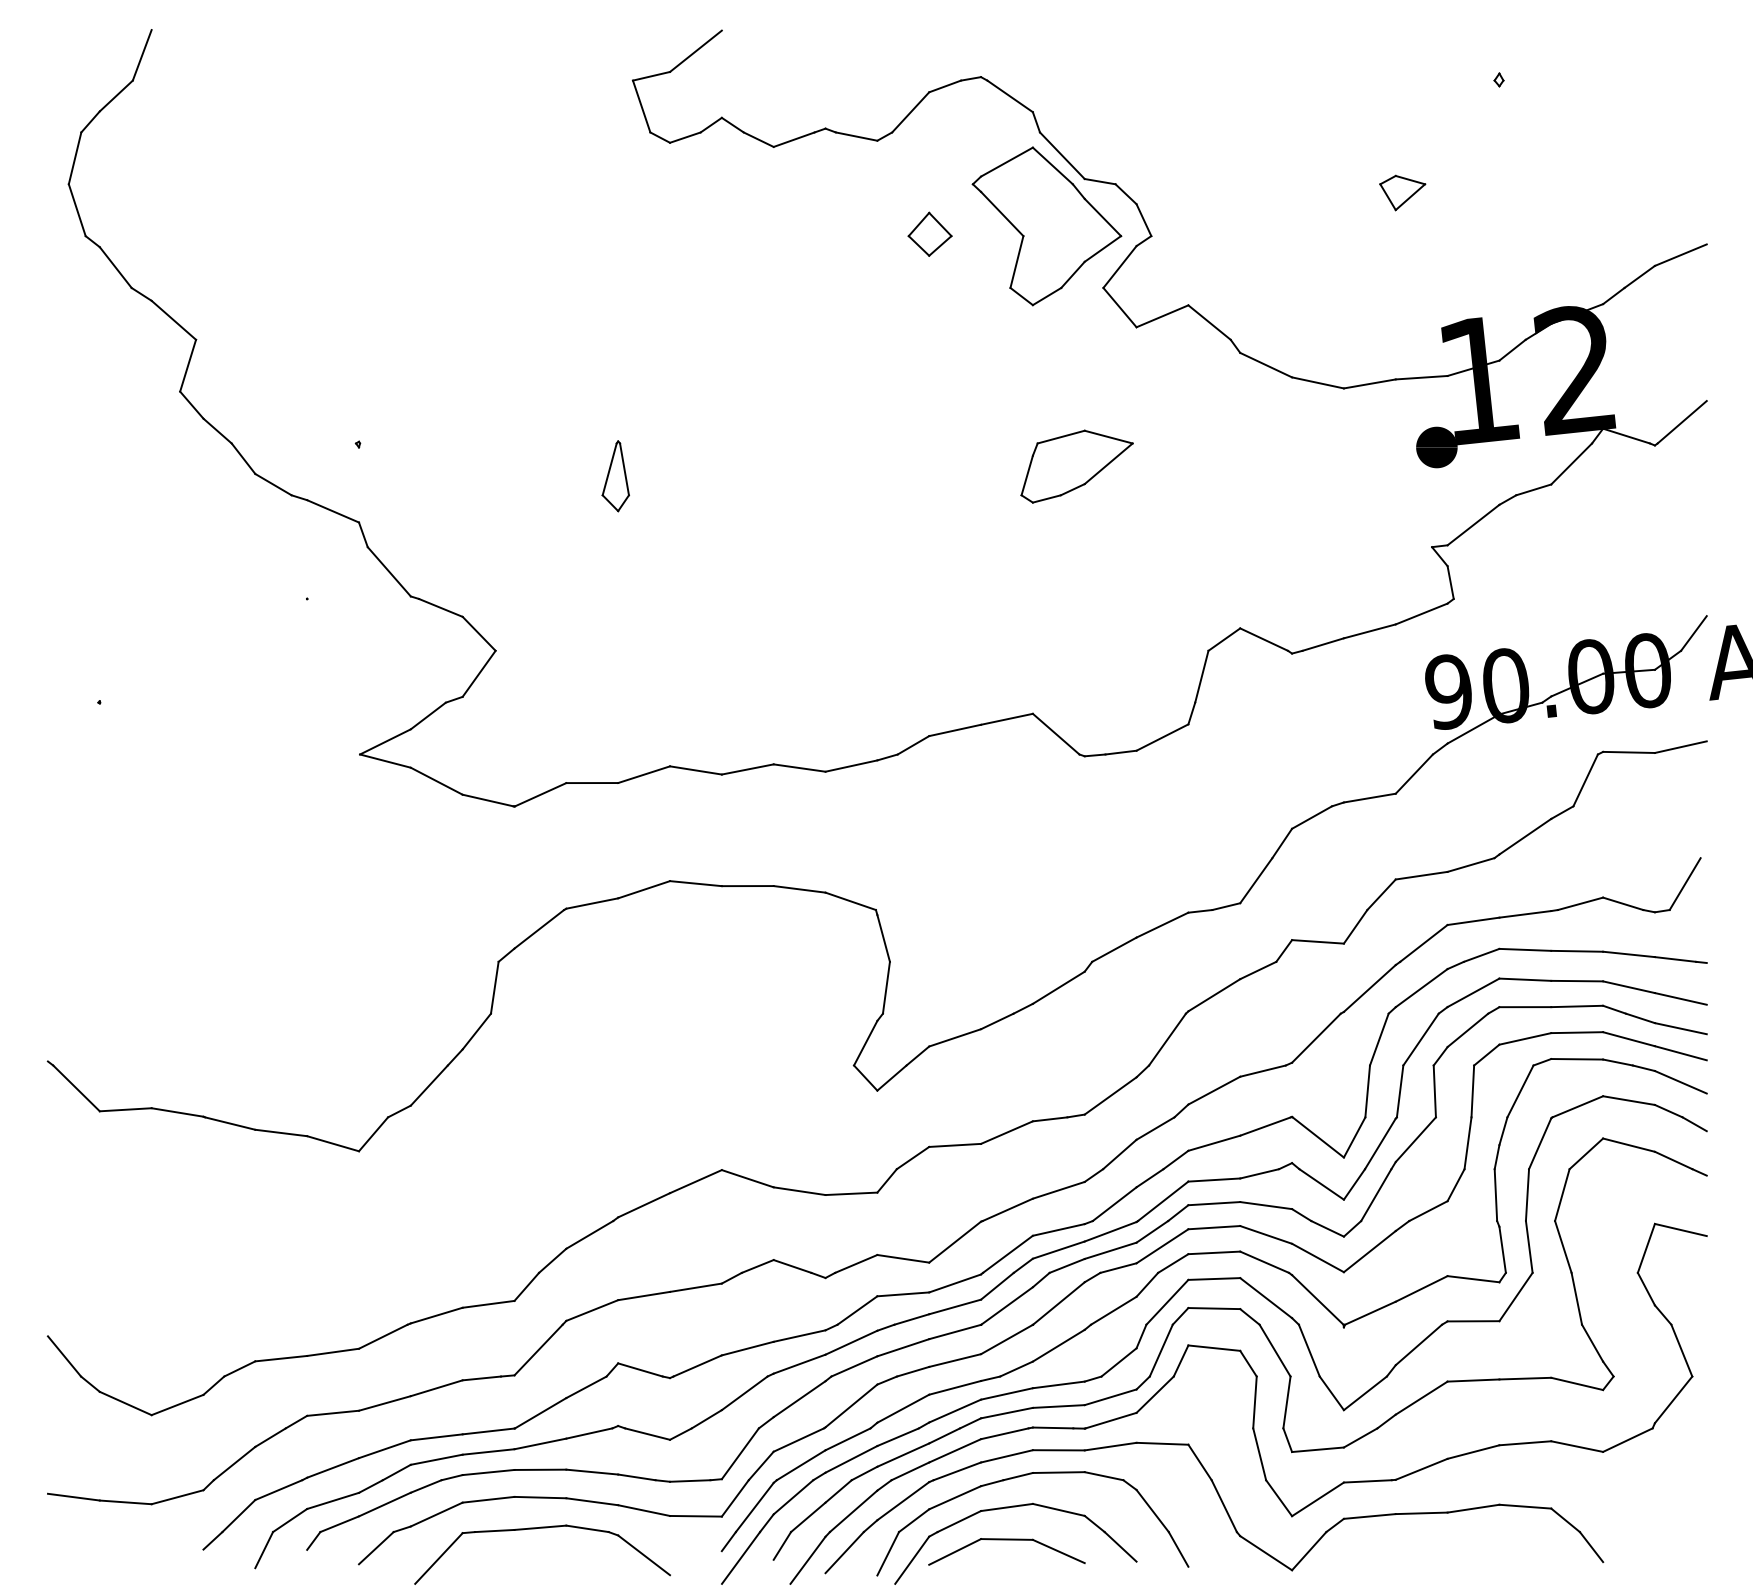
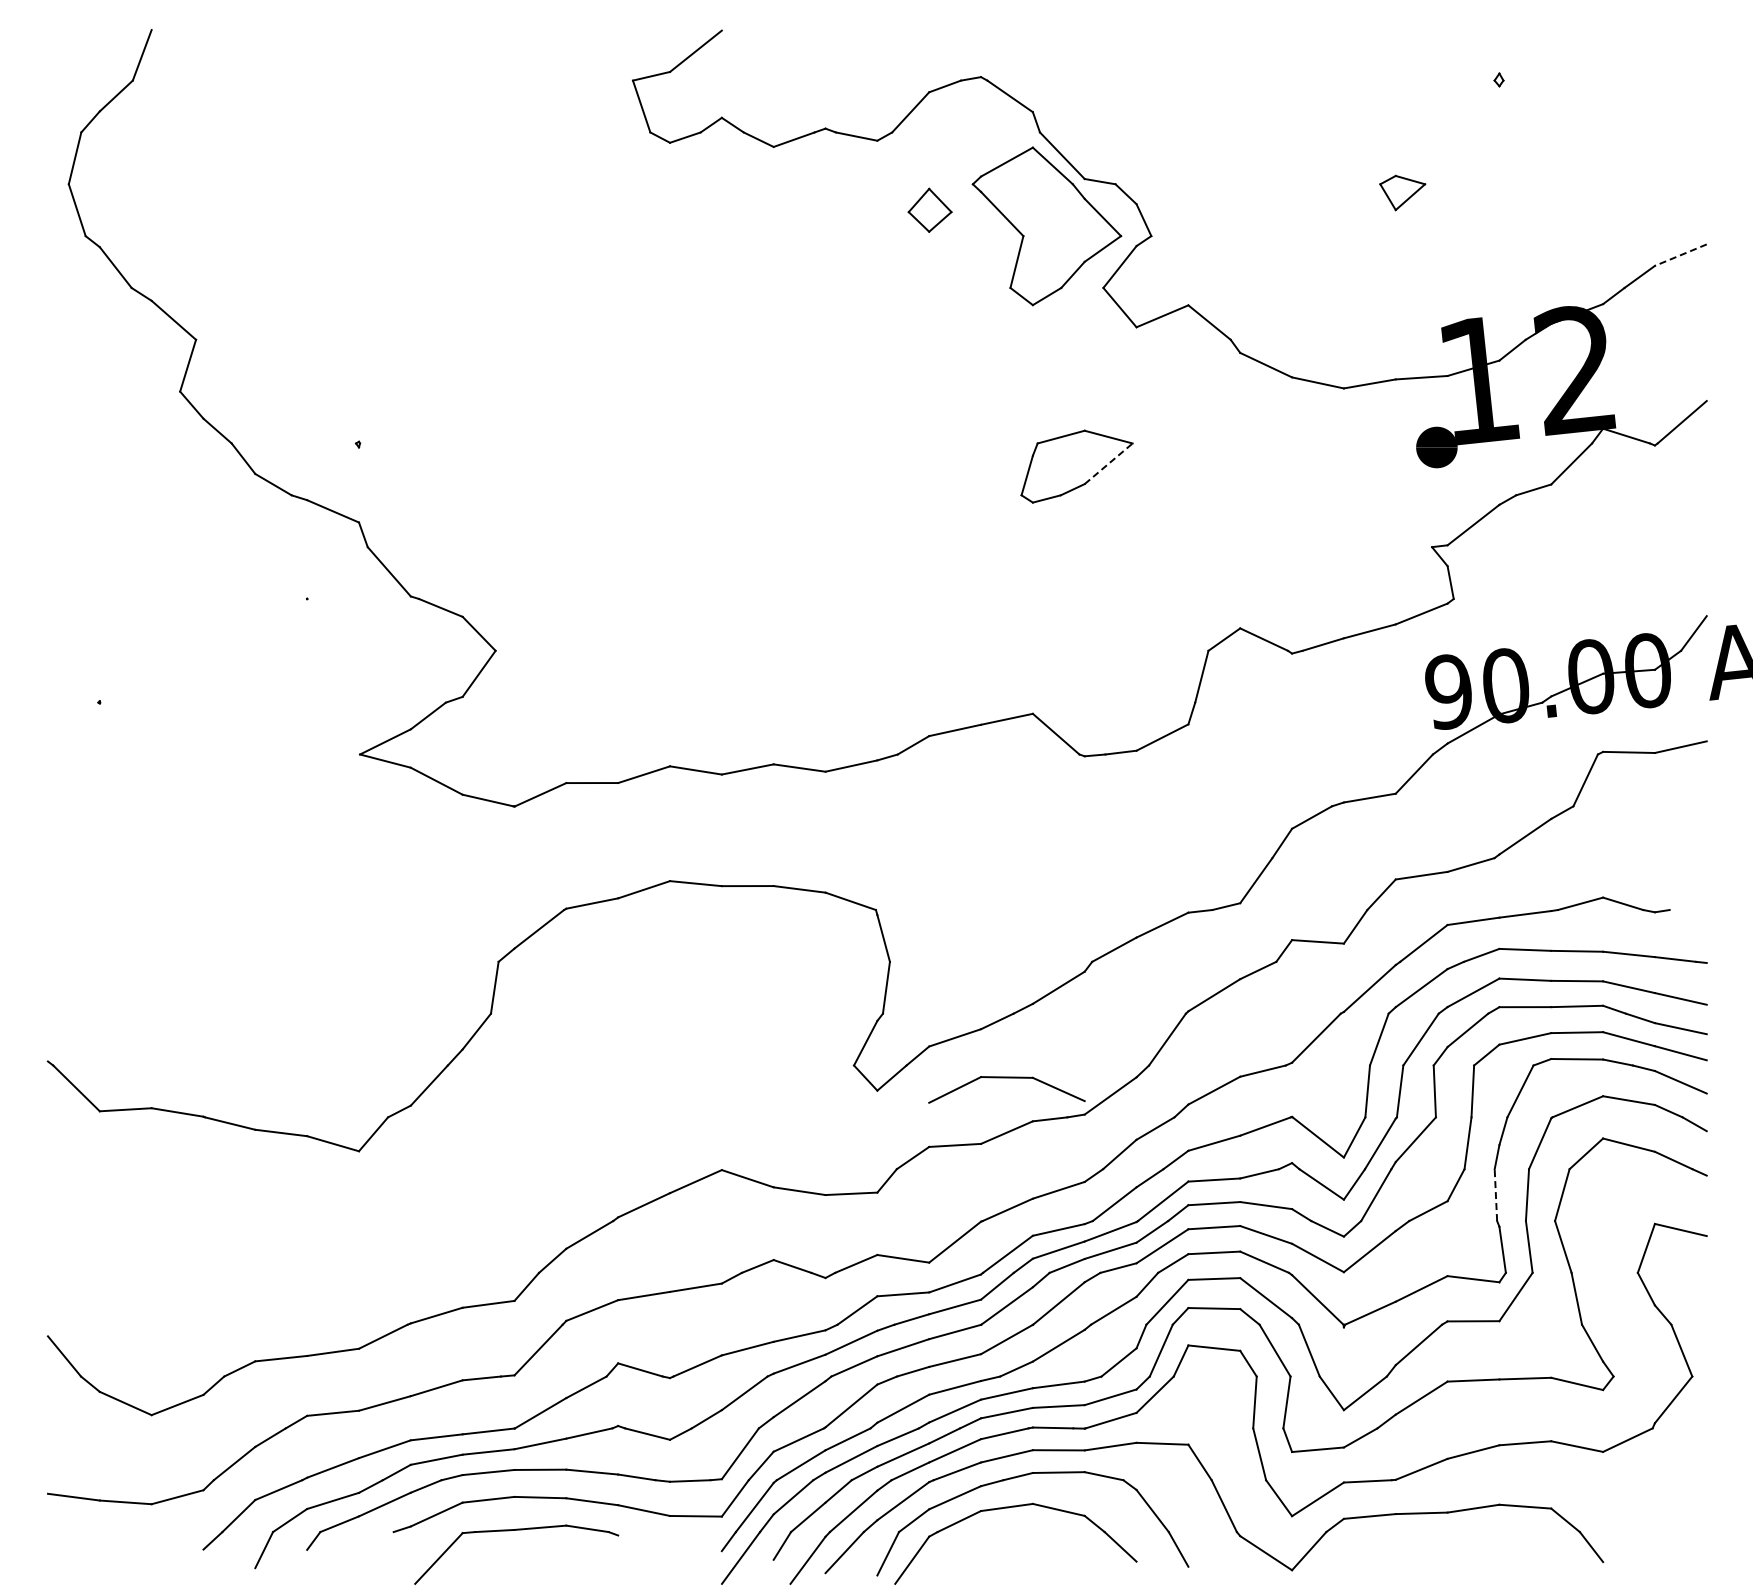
part at (929, 233) position: (929, 233) -> (929, 209)
line at (1680, 255): solid -> dashed
line at (1109, 463): solid -> dashed
part at (615, 476): present -> none
line at (1684, 884): present -> none
line at (1495, 1195): solid -> dashed
part at (1006, 1540) position: (1006, 1540) -> (1006, 1078)
line at (376, 1548): present -> none
line at (644, 1555): present -> none
